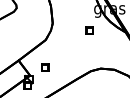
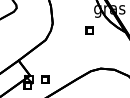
part at (45, 67) position: (45, 67) -> (45, 79)
